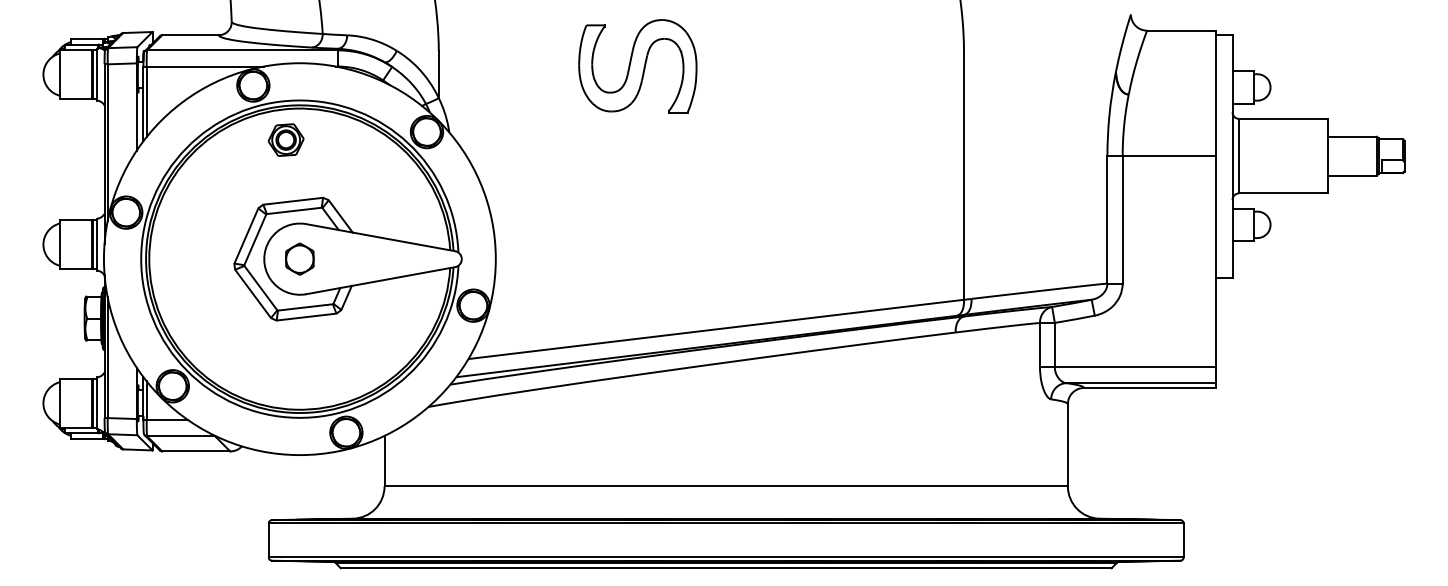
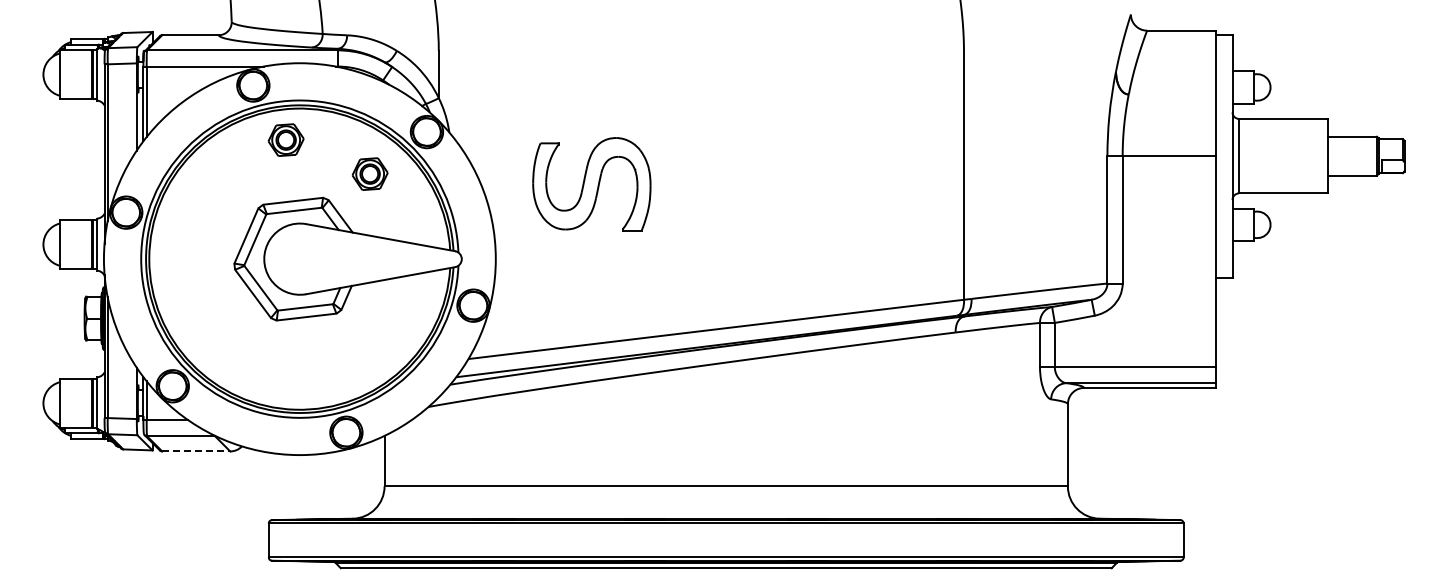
part at (637, 66) position: (637, 66) -> (591, 184)
part at (369, 173): none -> present
part at (299, 258): present -> none
line at (196, 451): solid -> dashed
